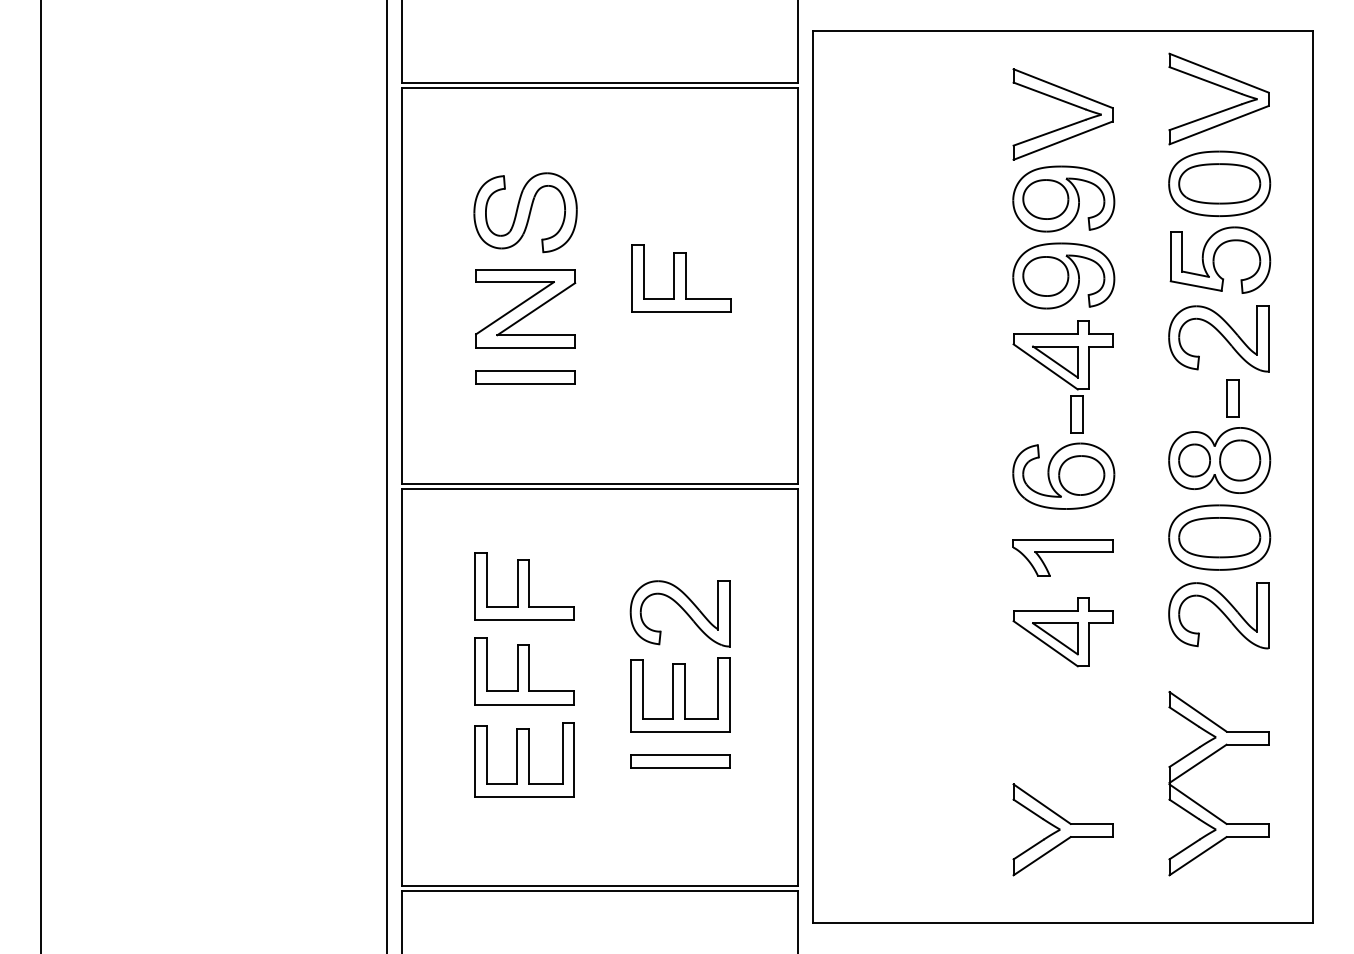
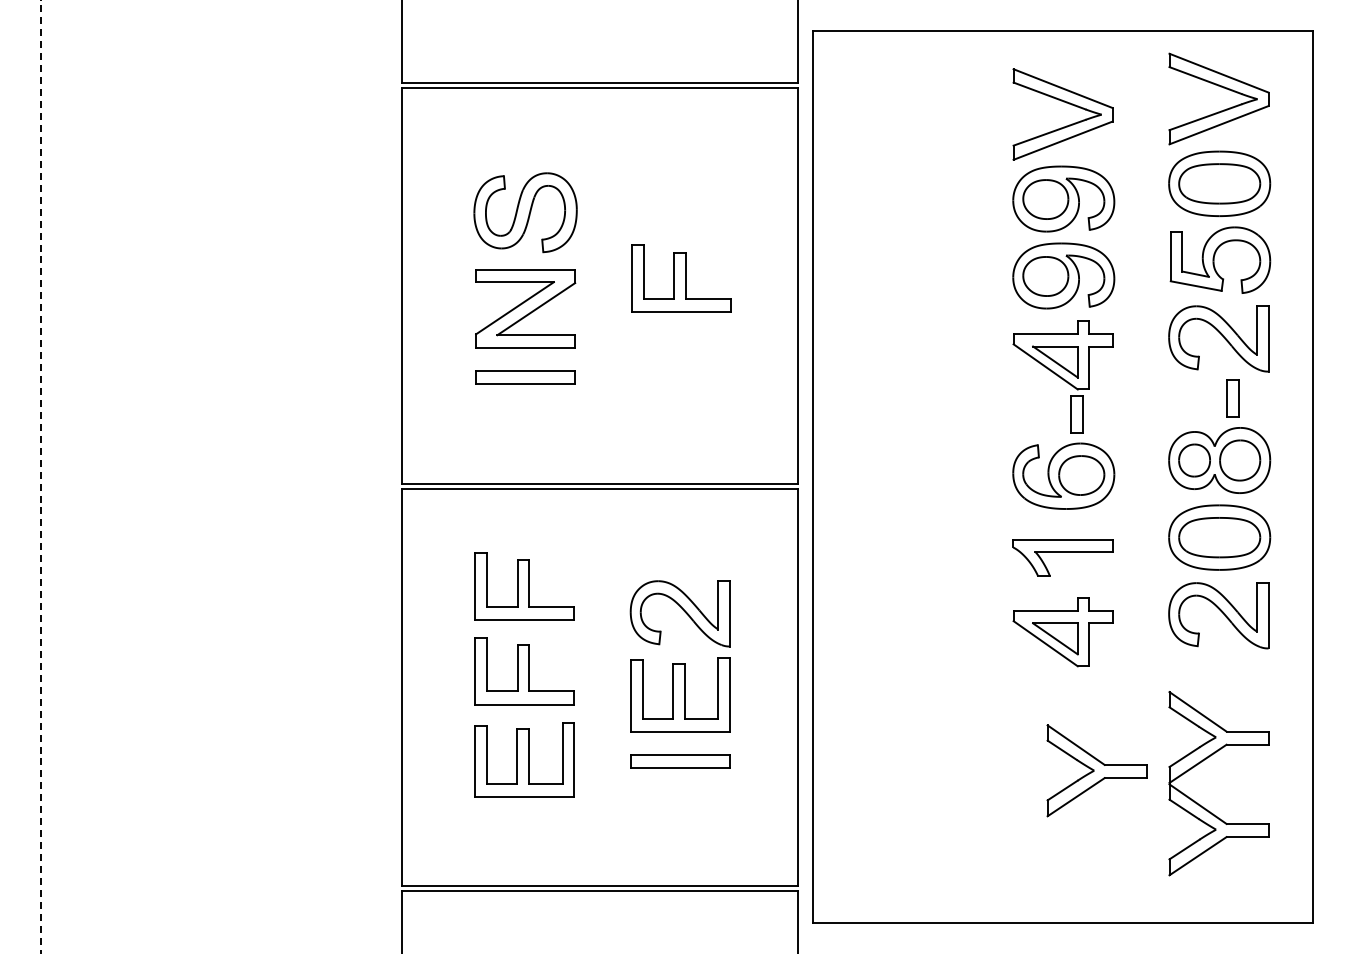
line at (387, 476): present -> none
line at (40, 477): solid -> dashed
part at (1062, 829) position: (1062, 829) -> (1096, 770)
